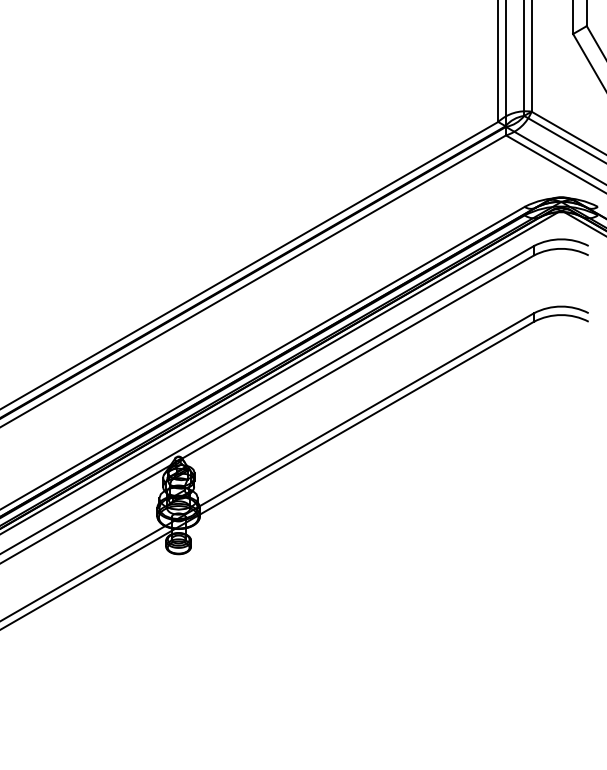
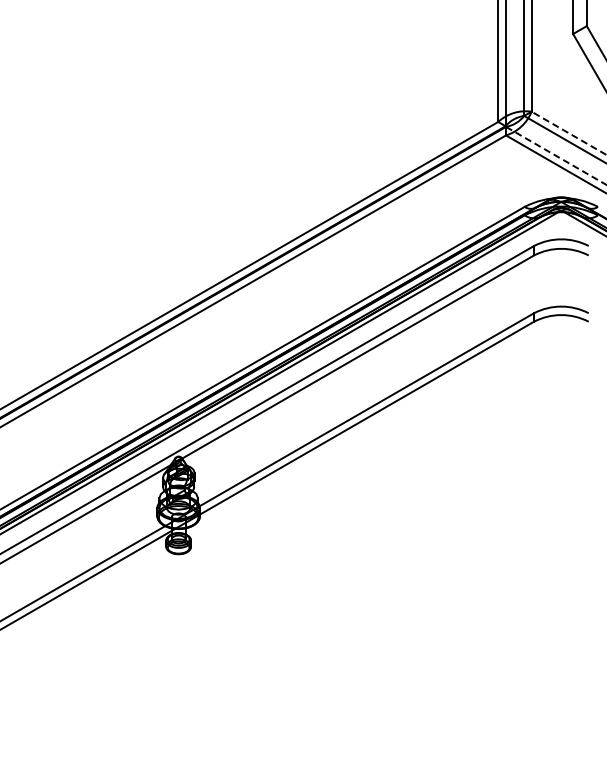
line at (568, 133): solid -> dashed
line at (556, 155): solid -> dashed
